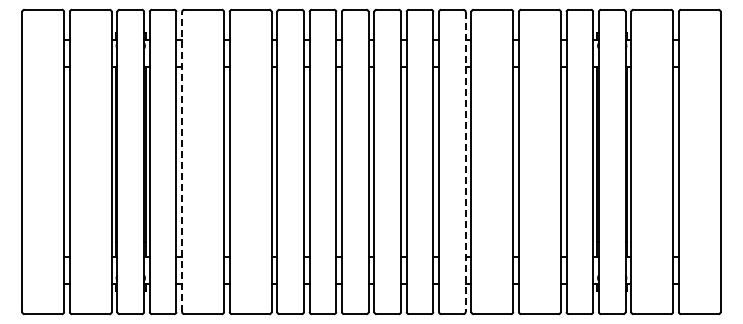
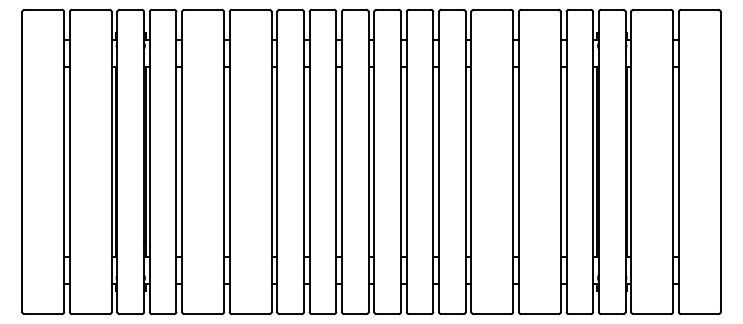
line at (182, 162): dashed -> solid
line at (465, 162): dashed -> solid
